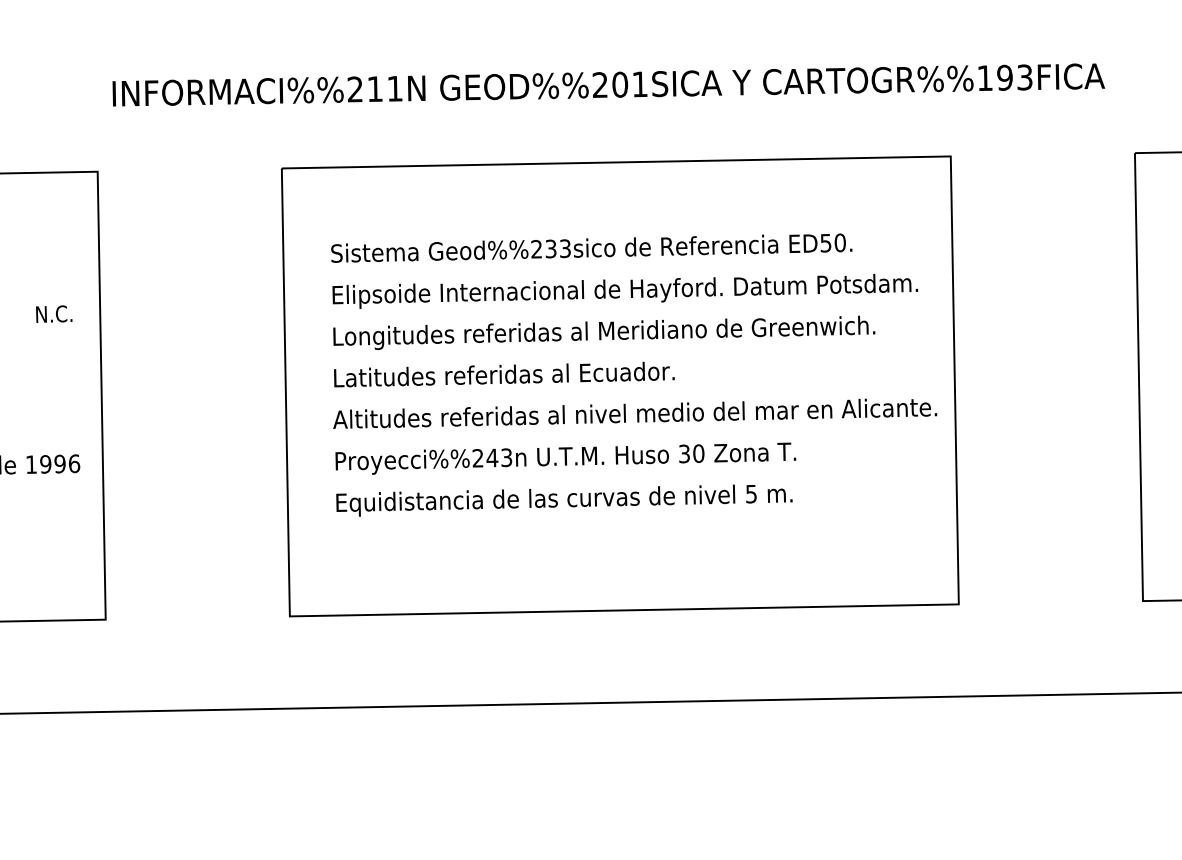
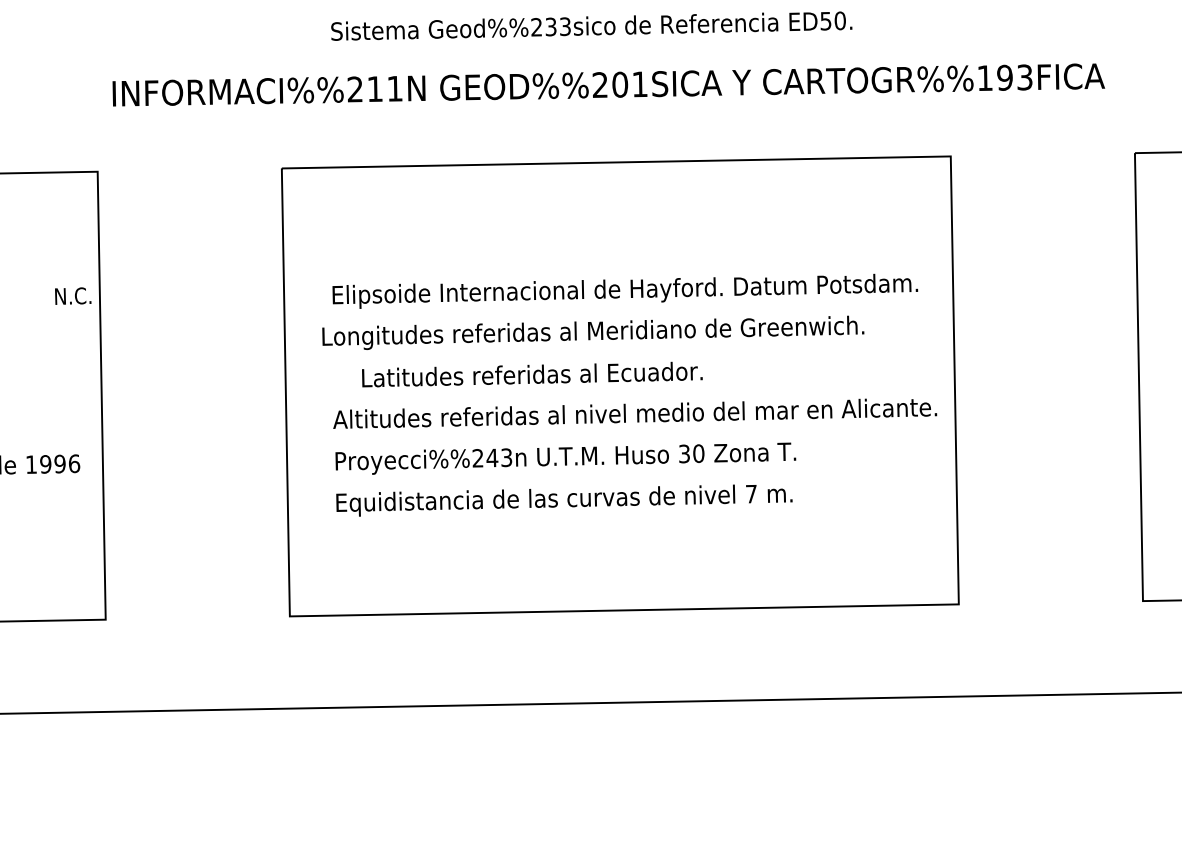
text at (591, 247) position: (591, 247) -> (591, 25)
text at (54, 313) position: (54, 313) -> (73, 295)
text at (604, 332) position: (604, 332) -> (593, 332)
text at (504, 374) position: (504, 374) -> (532, 374)
text at (751, 494): 5 -> 7
